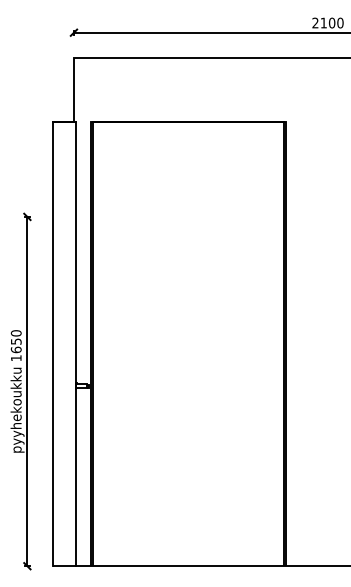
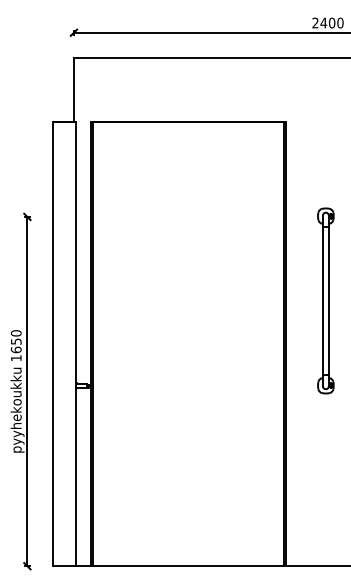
text at (323, 22): 2100 -> 2400
part at (325, 300): none -> present
